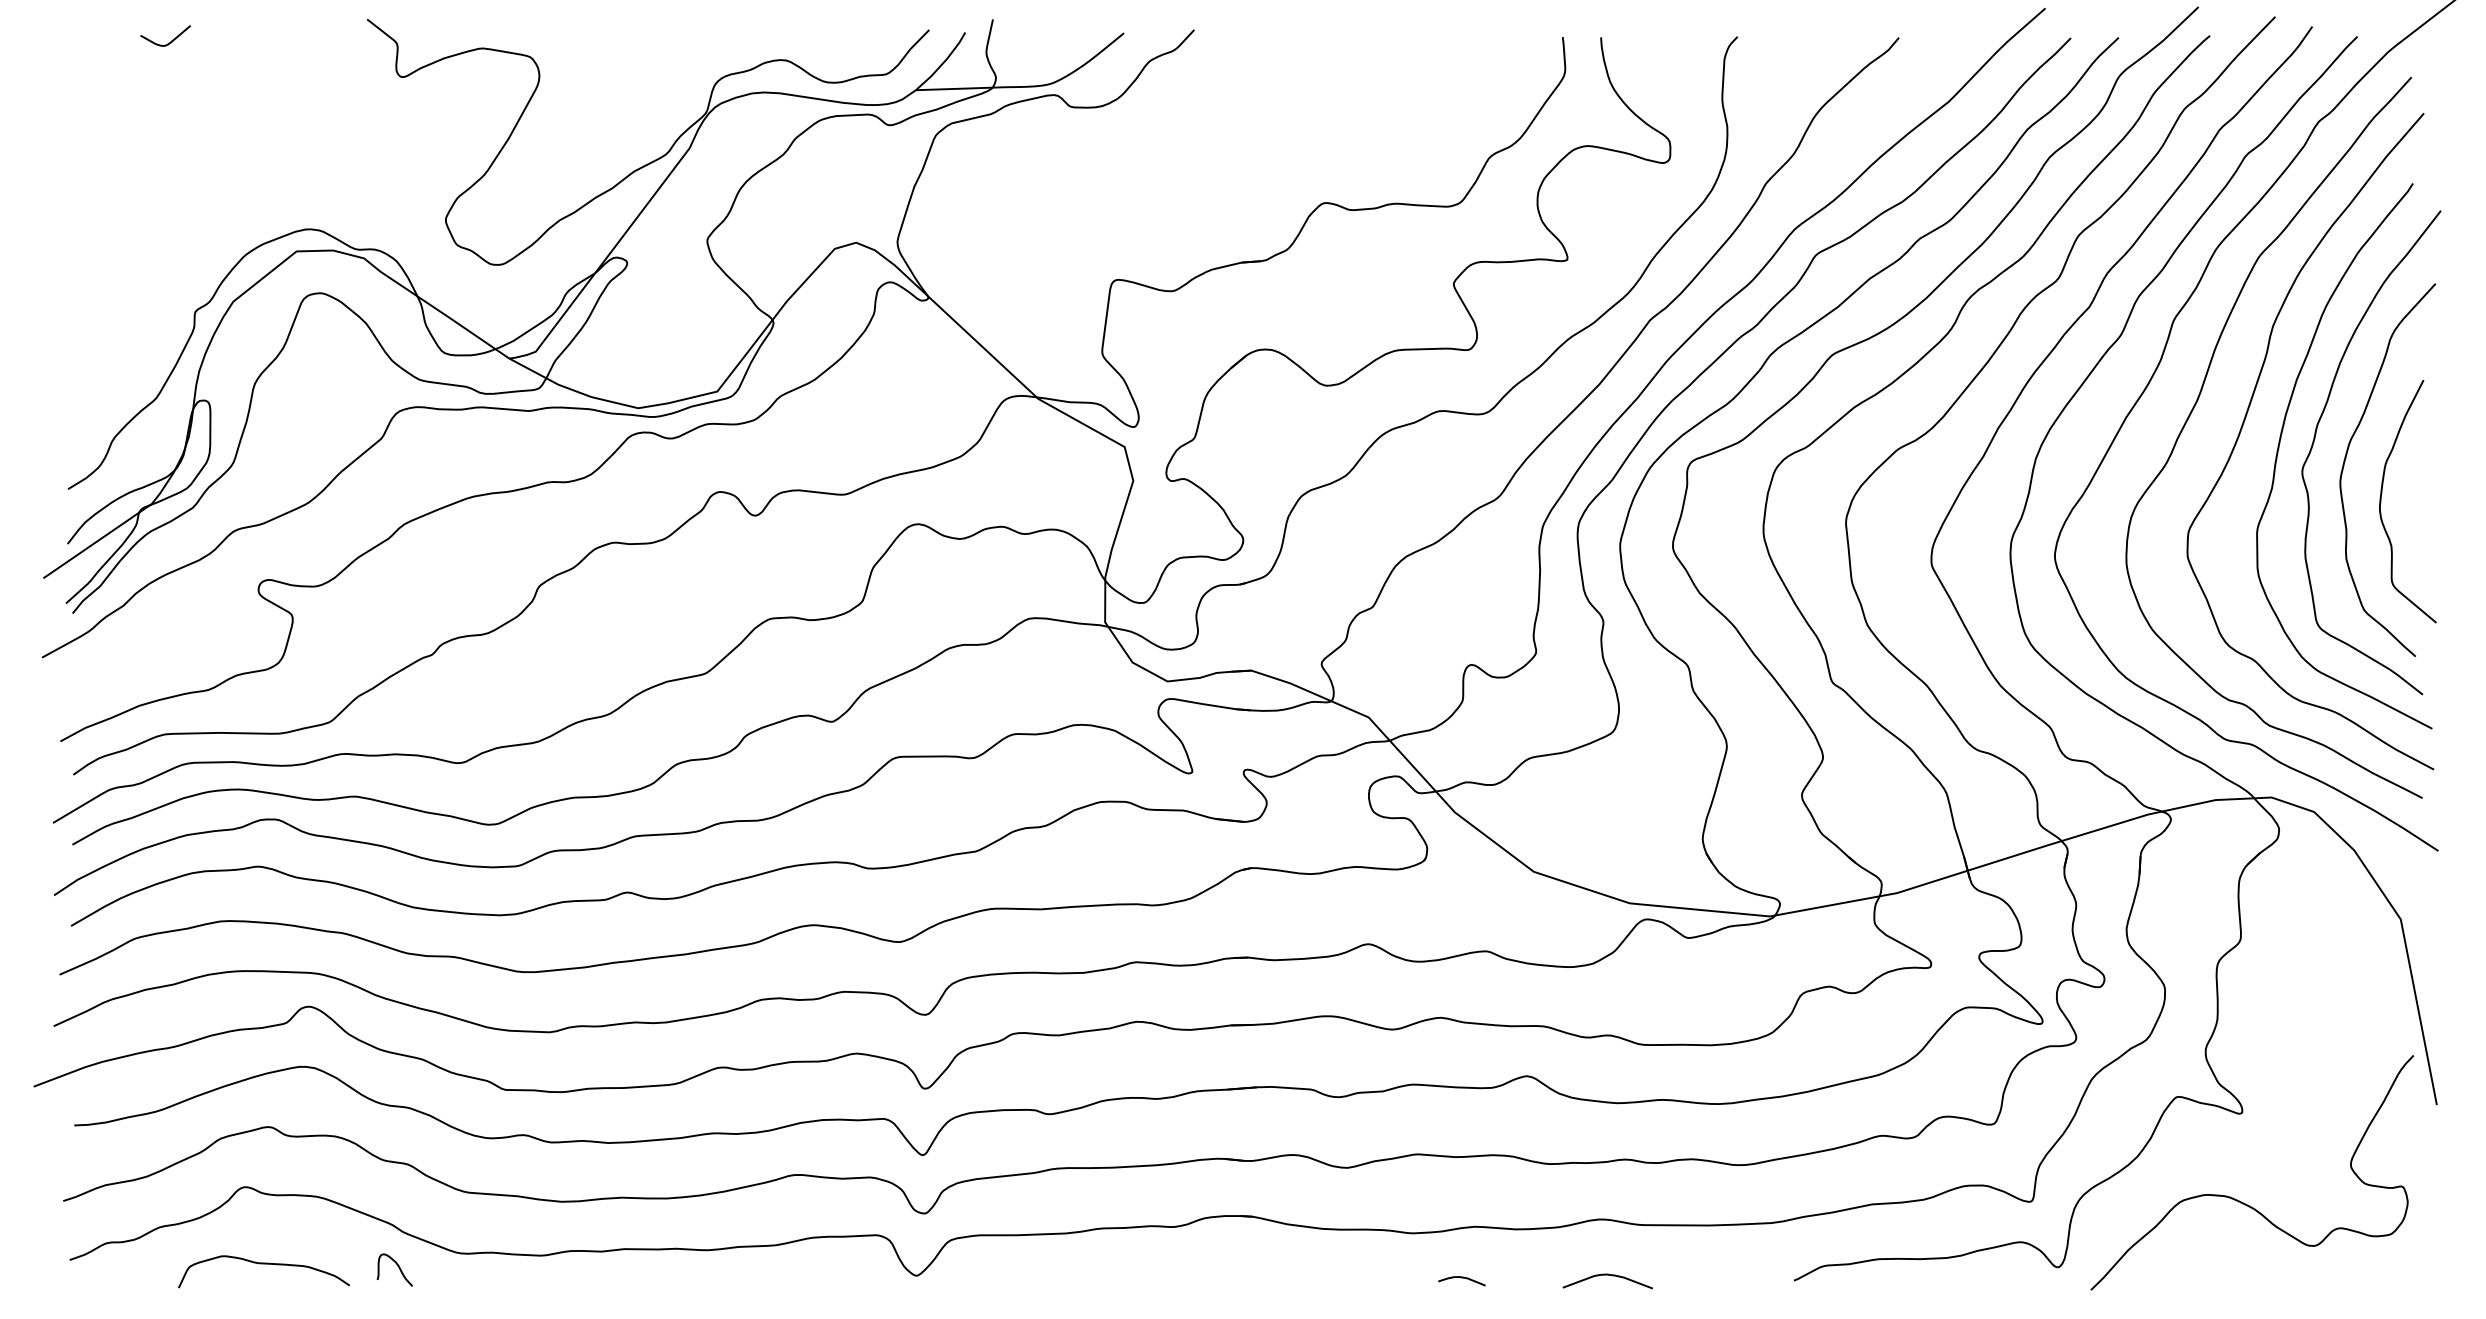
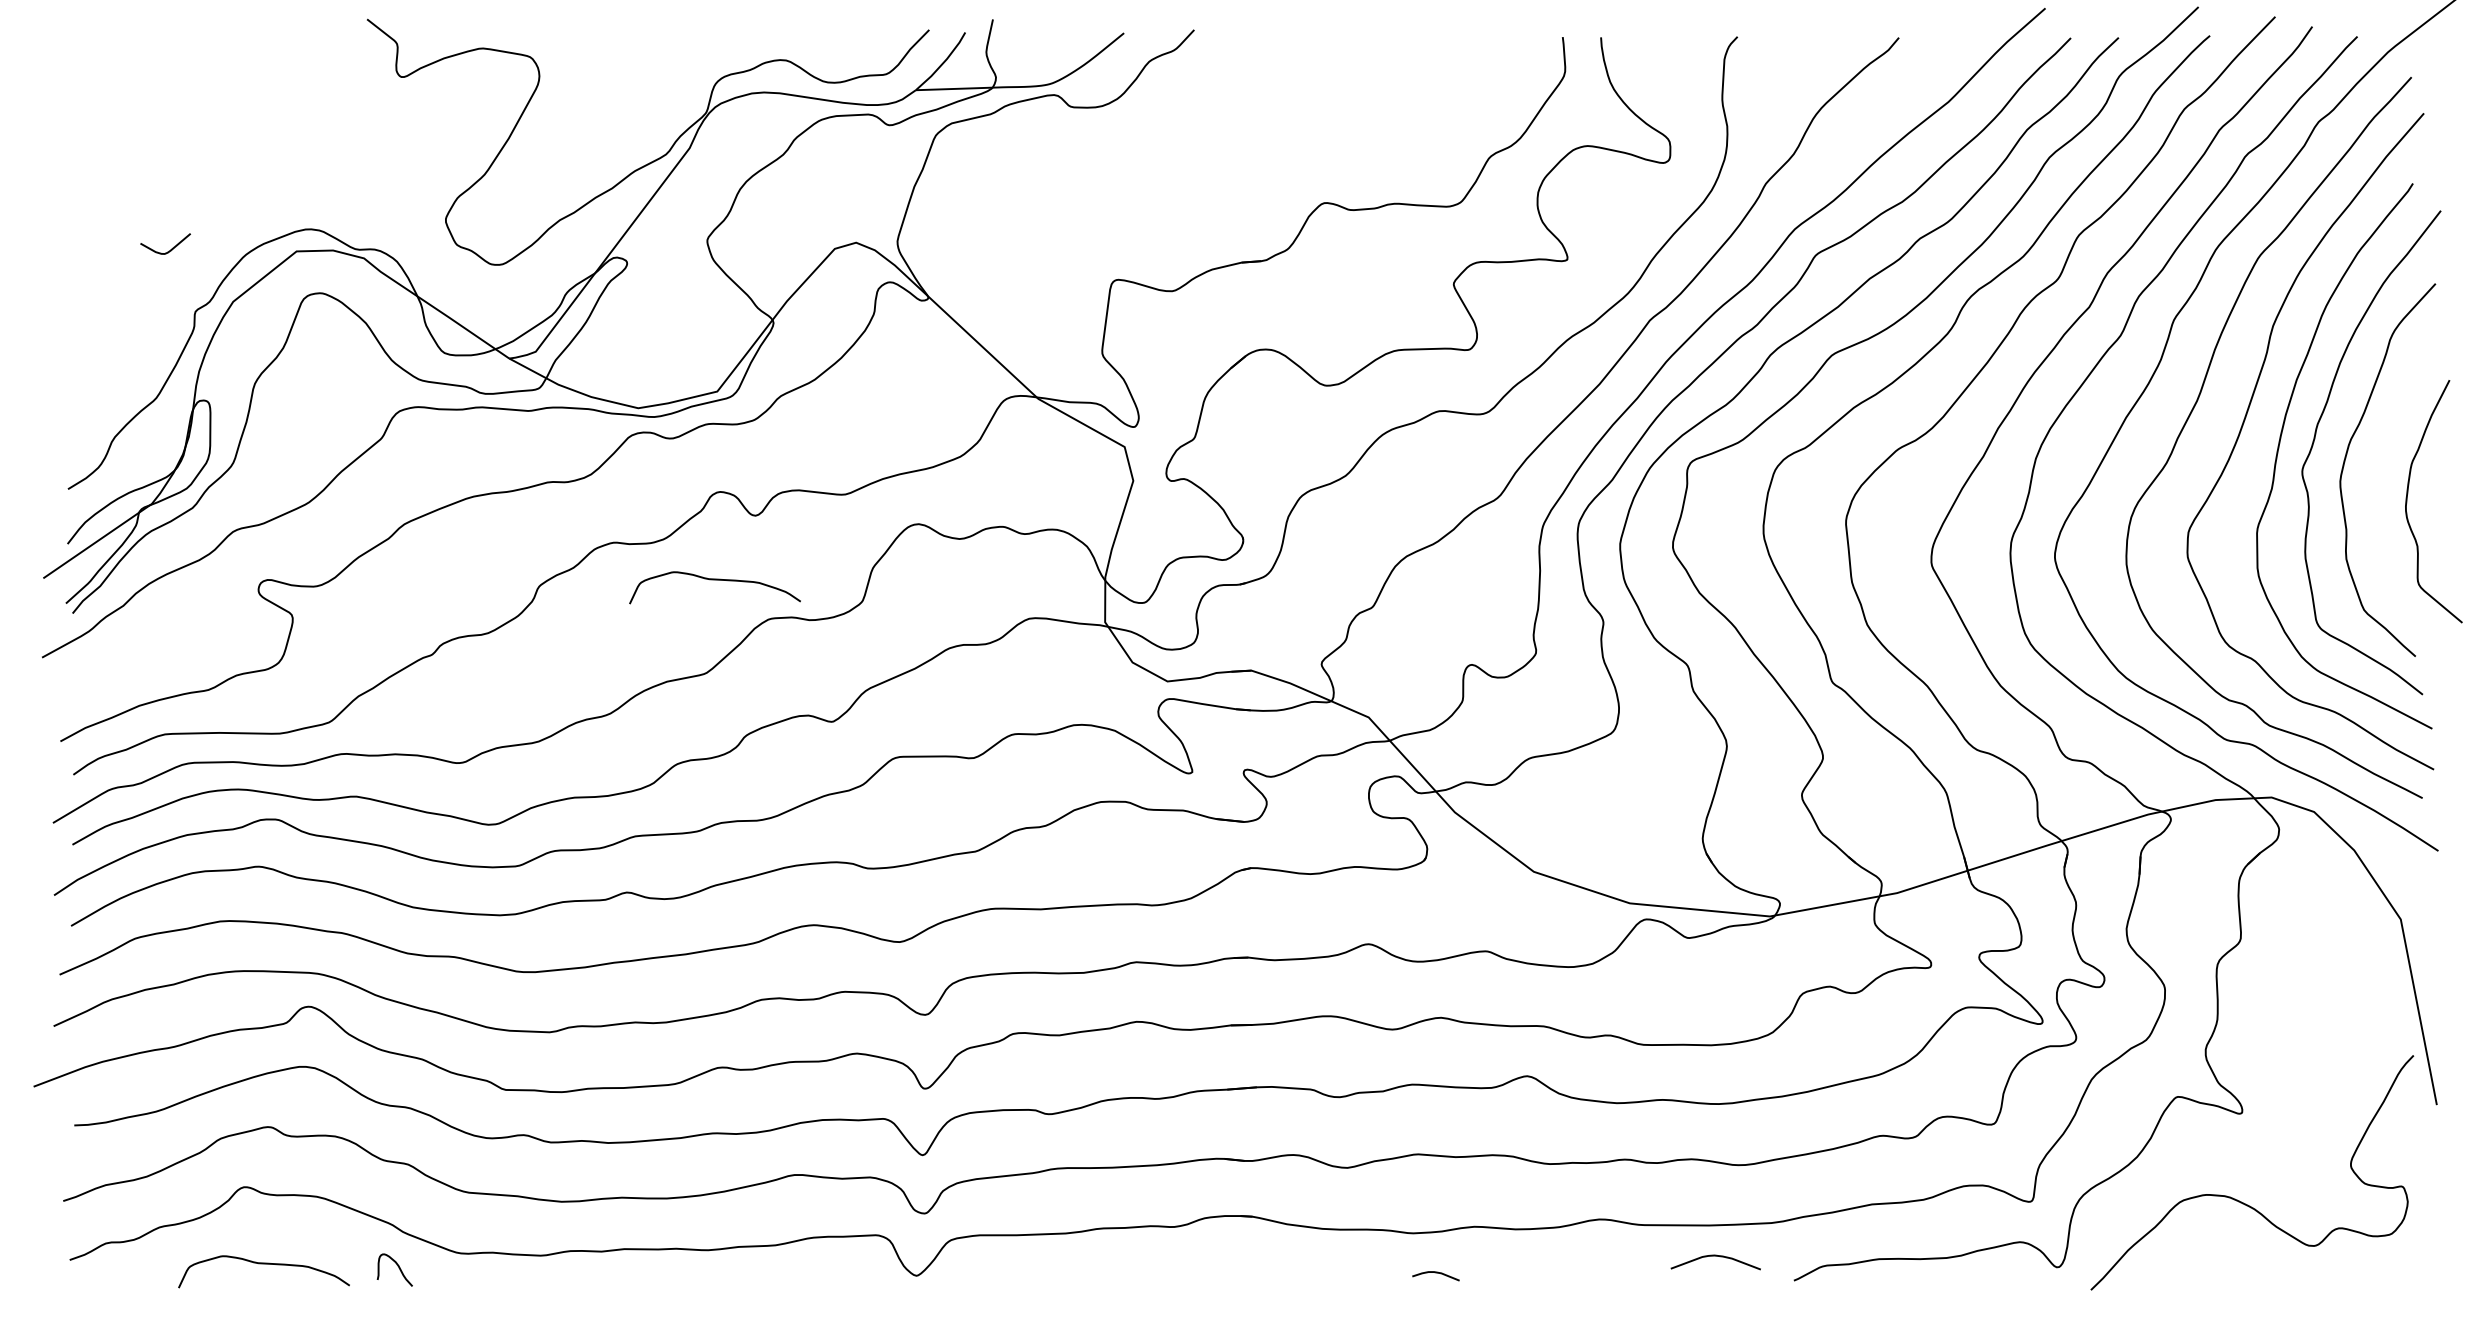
curve at (171, 40) position: (171, 40) -> (171, 248)
curve at (2381, 501) position: (2381, 501) -> (2407, 501)
curve at (714, 580): none -> present
curve at (1607, 1275) position: (1607, 1275) -> (1715, 1256)
curve at (1461, 1278) position: (1461, 1278) -> (1435, 1273)
